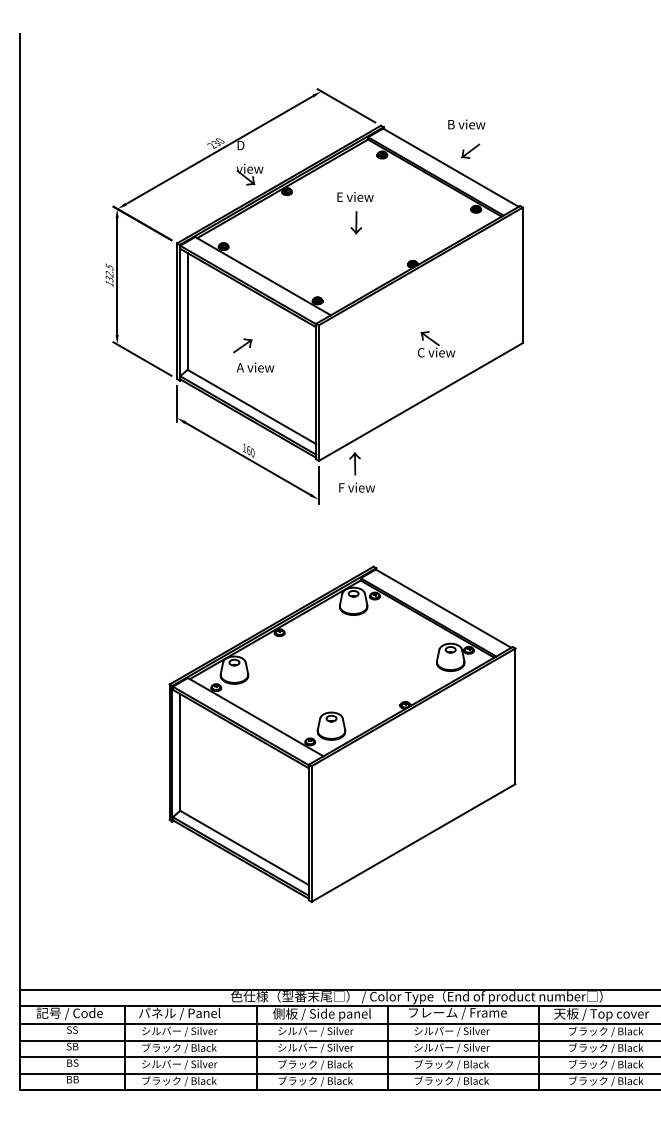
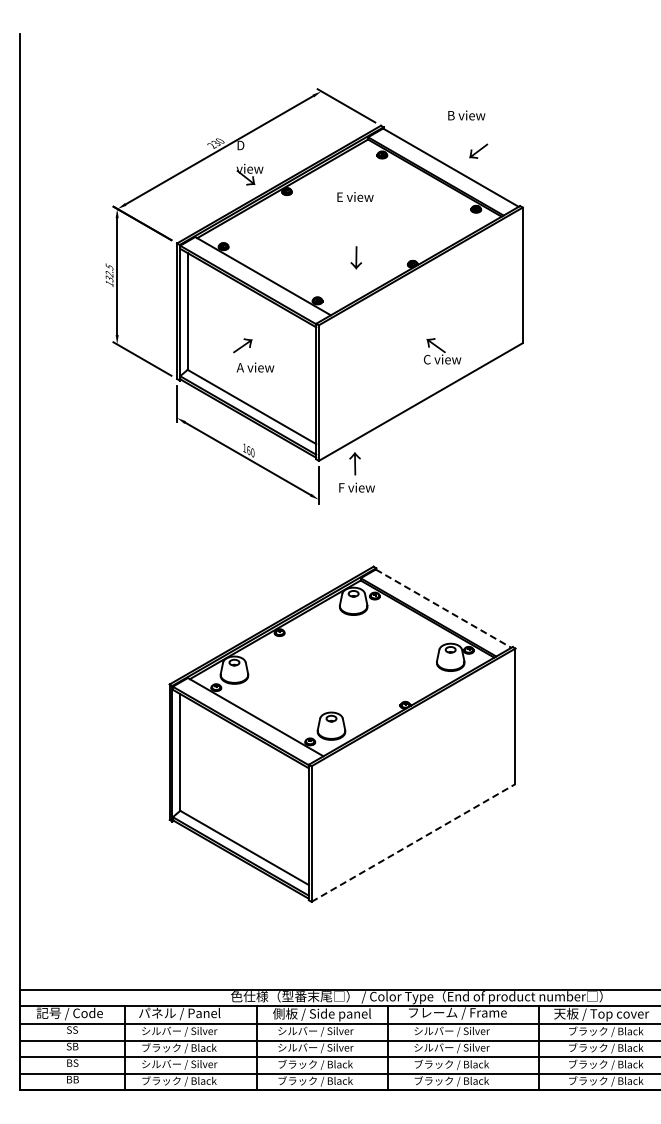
text at (466, 124) position: (466, 124) -> (466, 115)
text at (470, 150) position: (470, 150) -> (478, 150)
text at (355, 222) position: (355, 222) -> (355, 257)
text at (436, 344) position: (436, 344) -> (442, 351)
line at (444, 608): solid -> dashed
line at (413, 843): solid -> dashed
